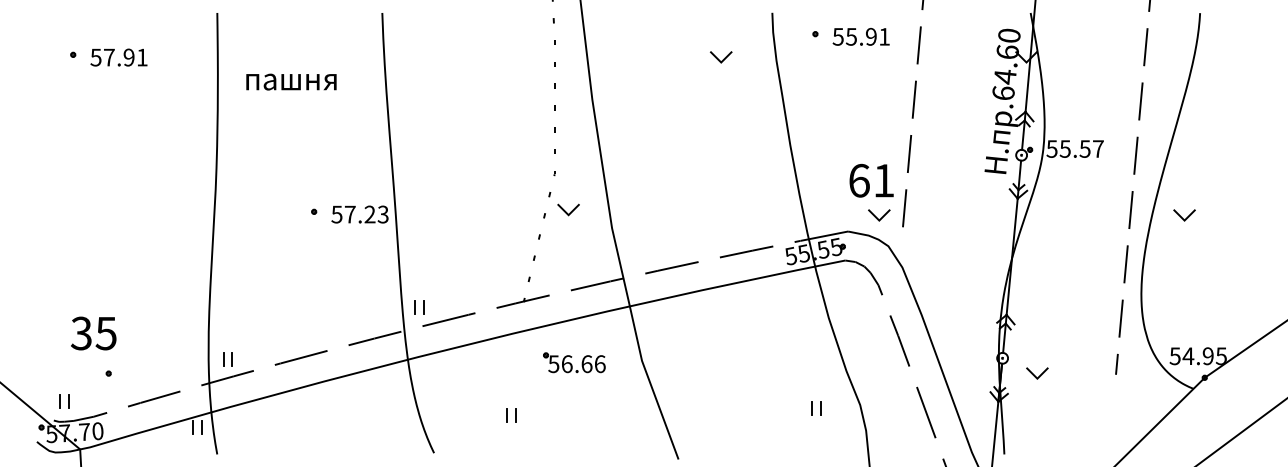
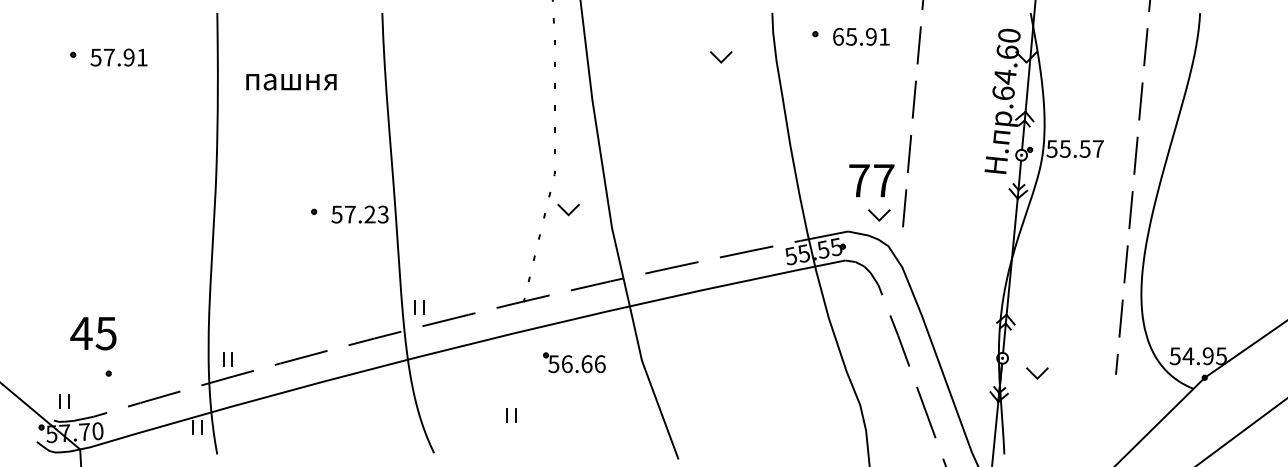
text at (837, 36): 55.91 -> 65.91
text at (871, 180): 61 -> 77
line at (1182, 217): present -> none
text at (81, 333): 35 -> 45
part at (816, 408): present -> none
